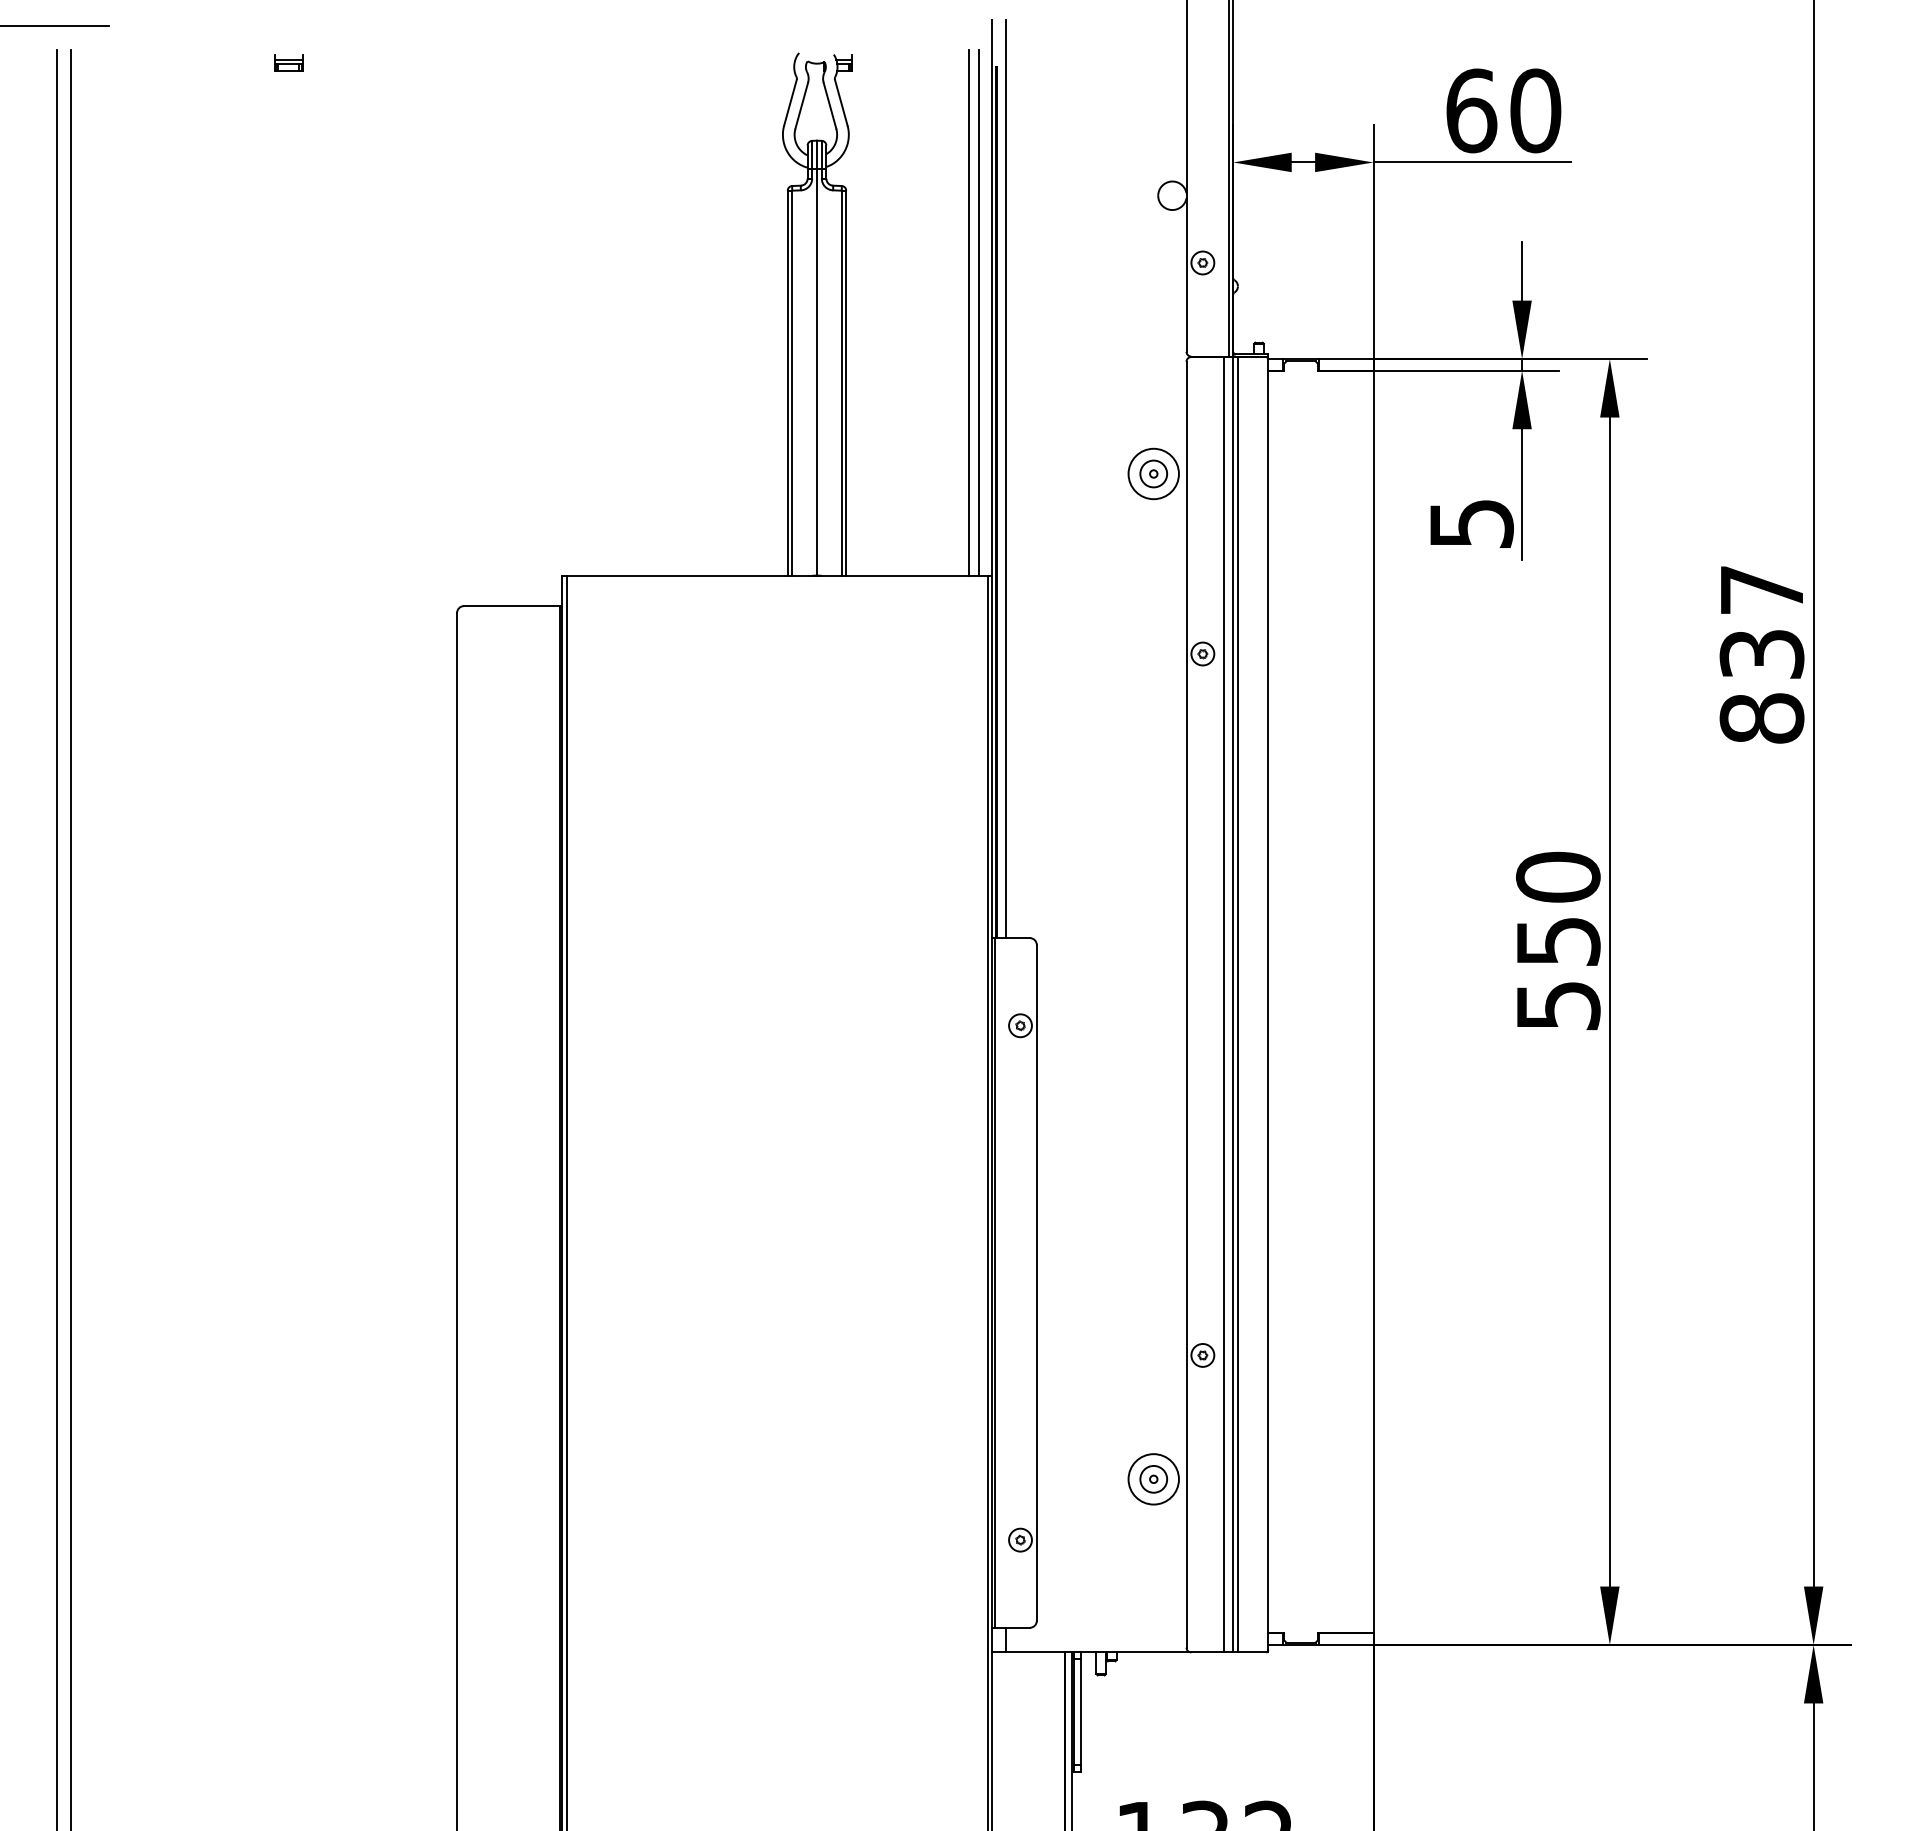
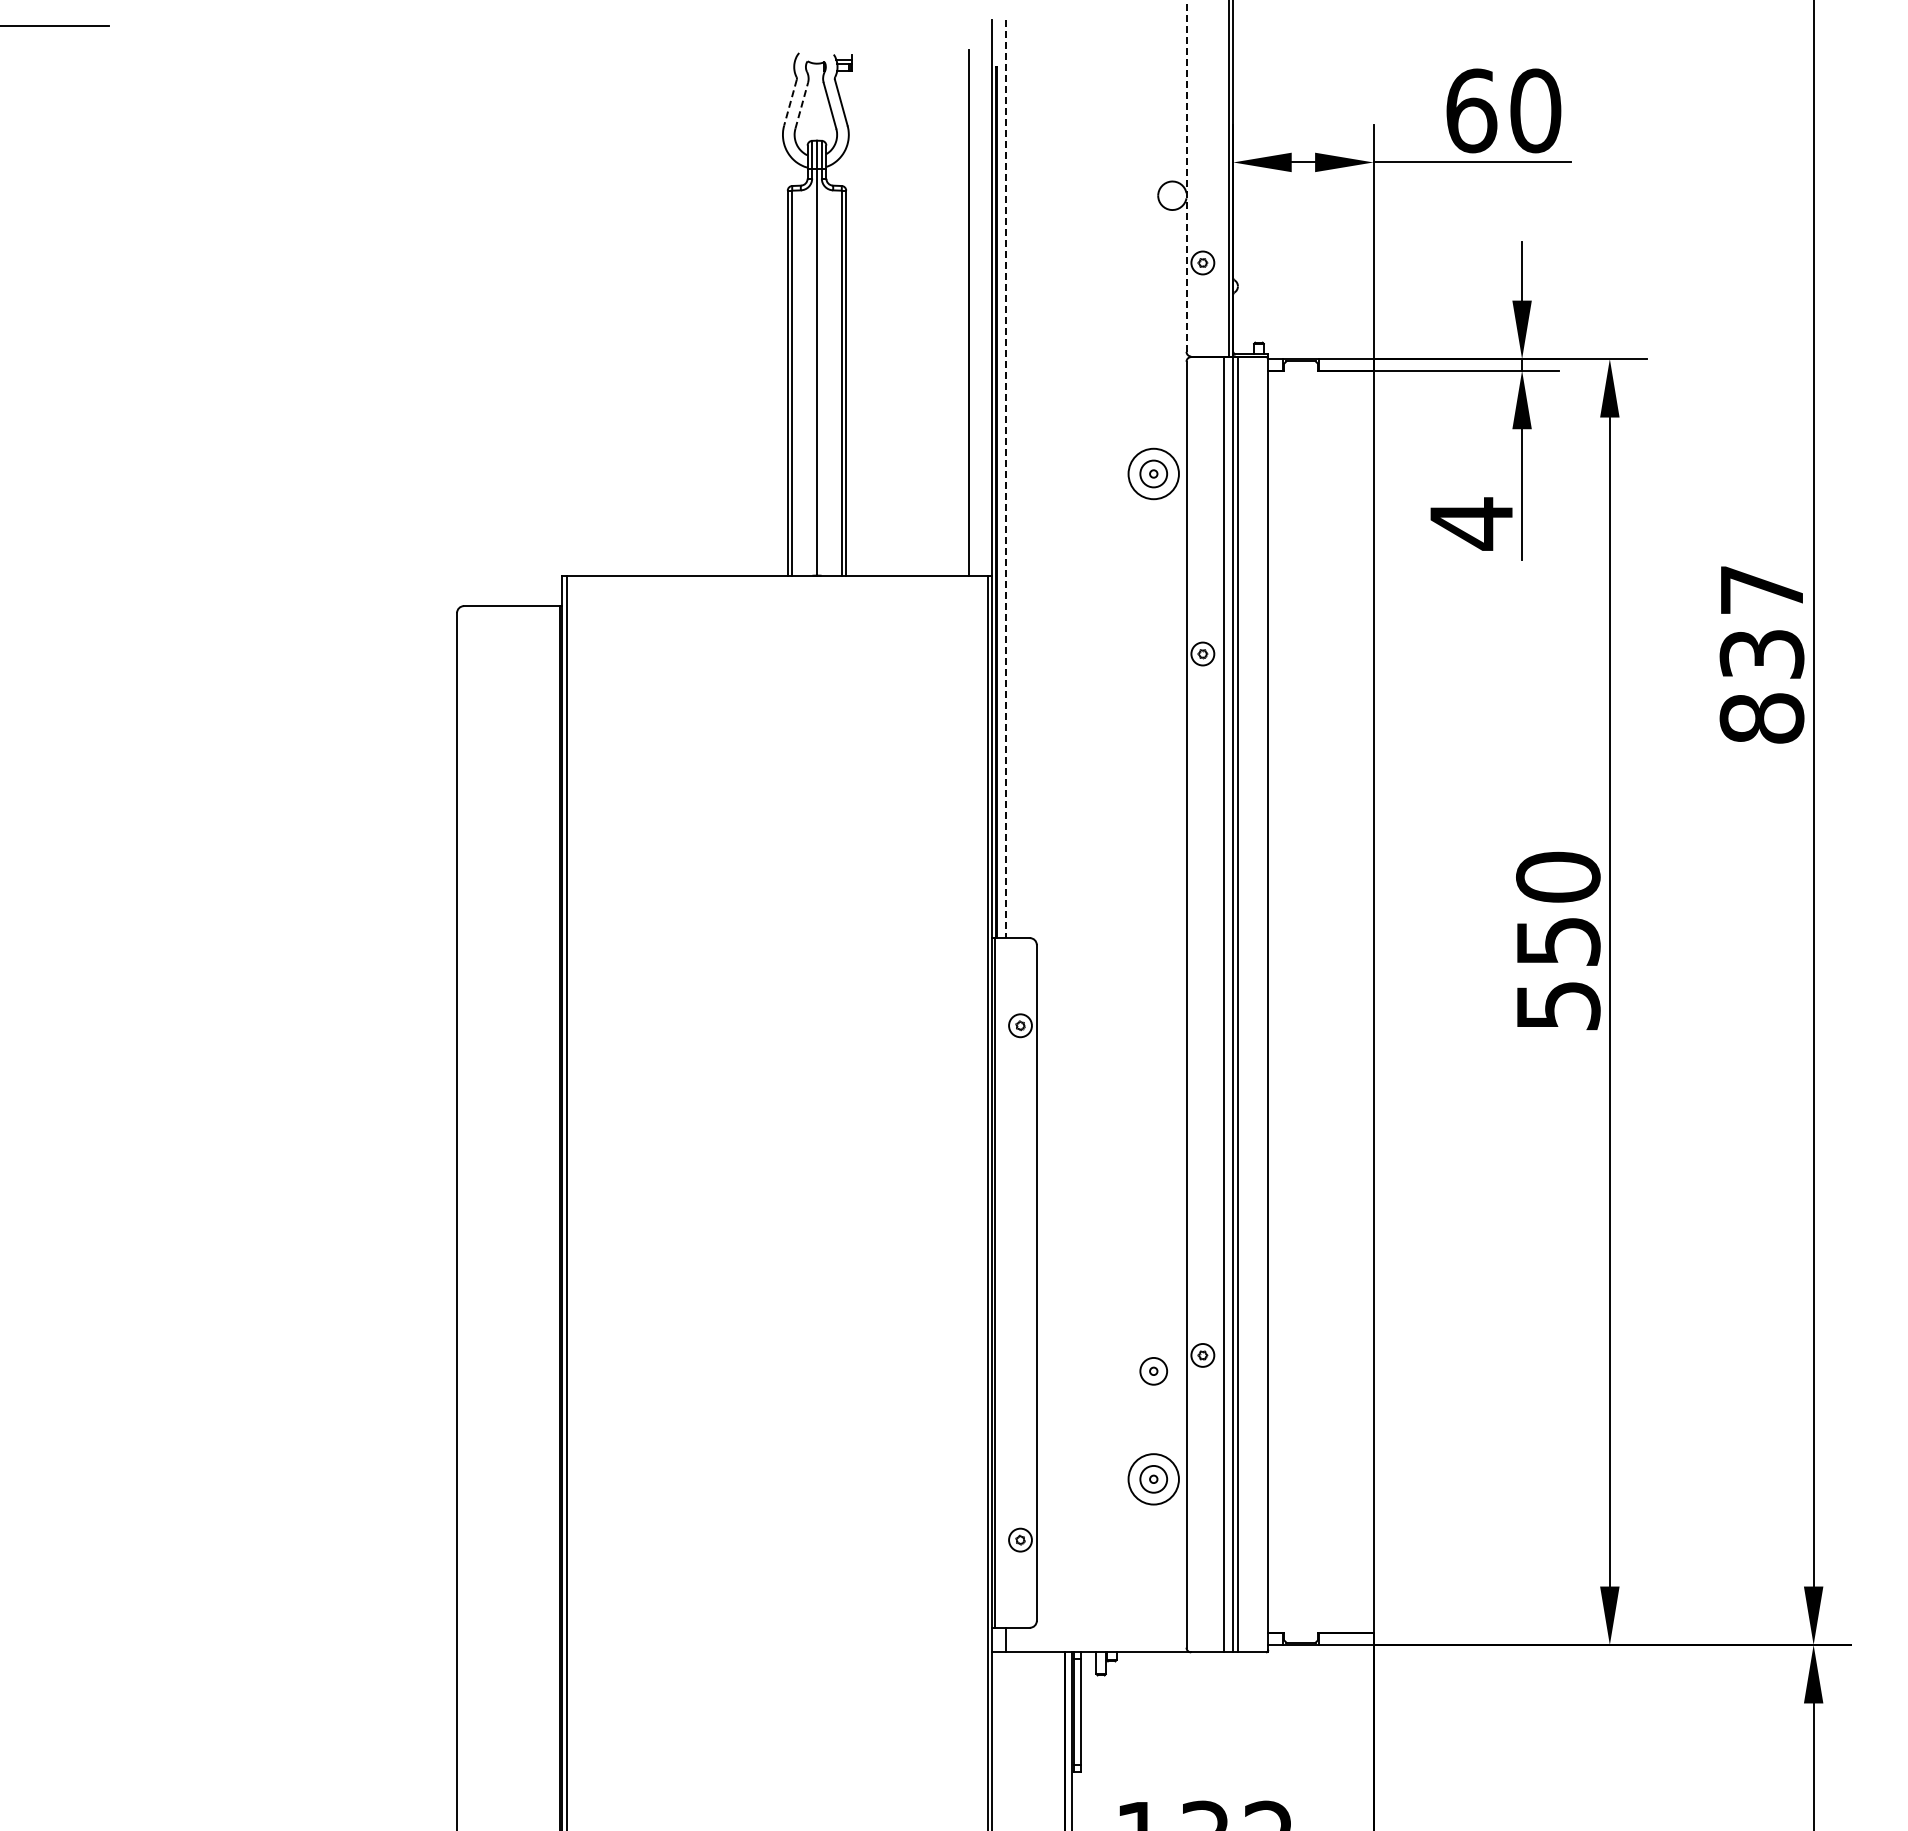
part at (288, 62): present -> none
line at (790, 102): solid -> dashed
line at (801, 105): solid -> dashed
line at (1186, 175): solid -> dashed
line at (979, 312): present -> none
line at (1006, 479): solid -> dashed
text at (1471, 523): 5 -> 4
line at (57, 938): present -> none
line at (71, 938): present -> none
part at (1153, 1371): none -> present
